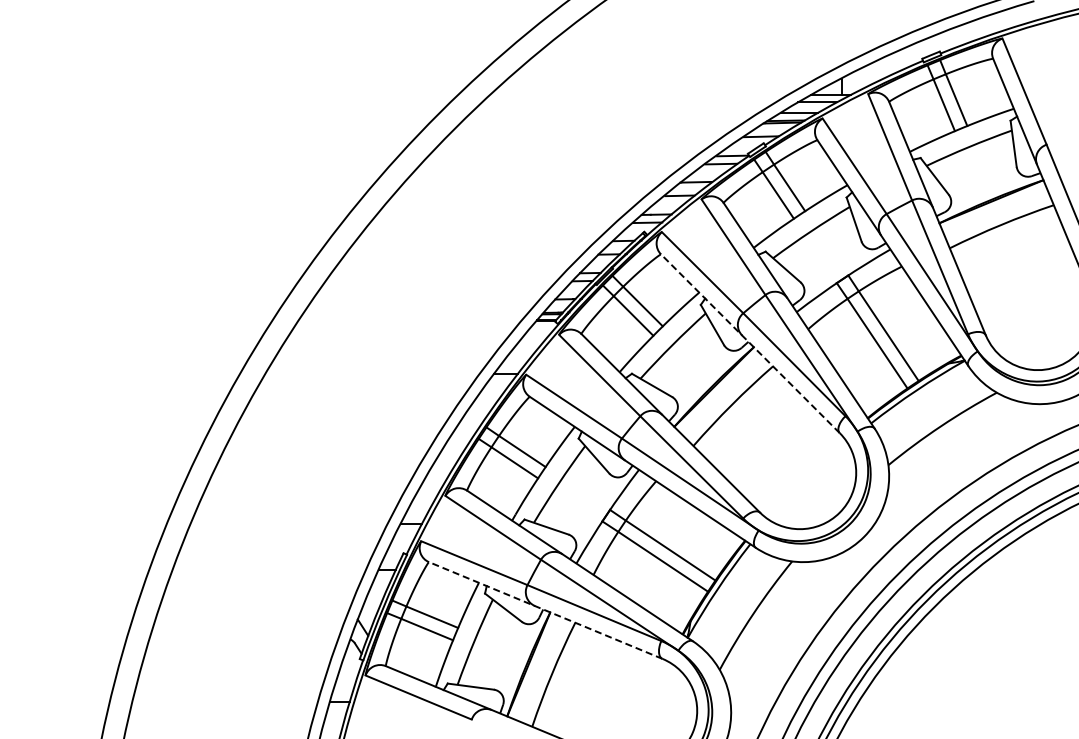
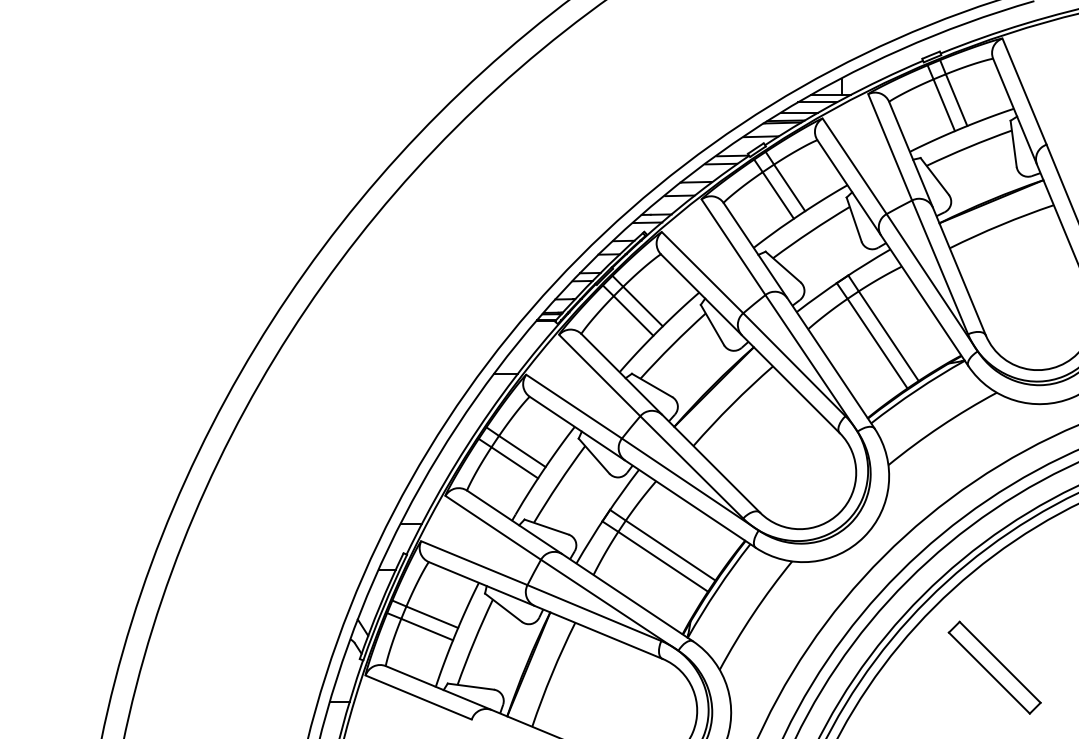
line at (750, 343): dashed -> solid
line at (545, 610): dashed -> solid
part at (994, 667): none -> present
